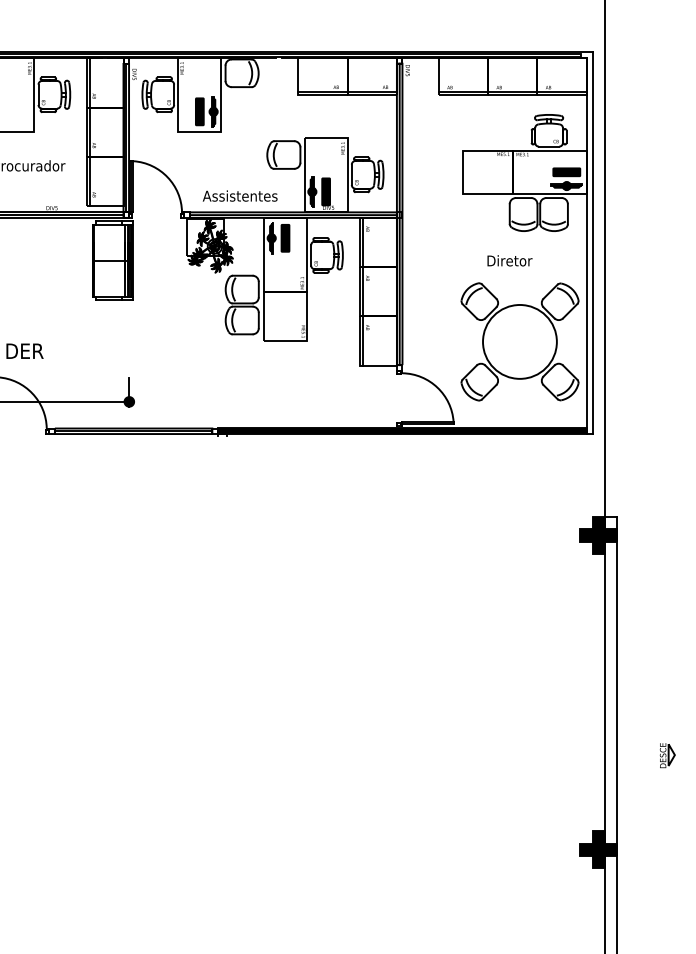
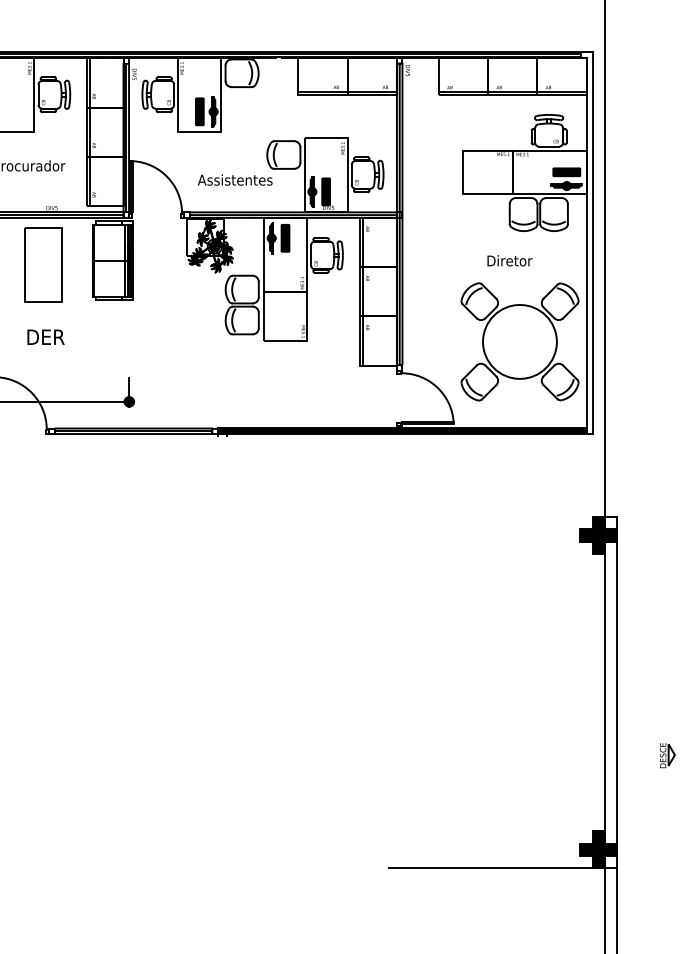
text at (239, 195) position: (239, 195) -> (234, 179)
part at (43, 264): none -> present
text at (24, 350) position: (24, 350) -> (45, 336)
line at (502, 868): none -> present
